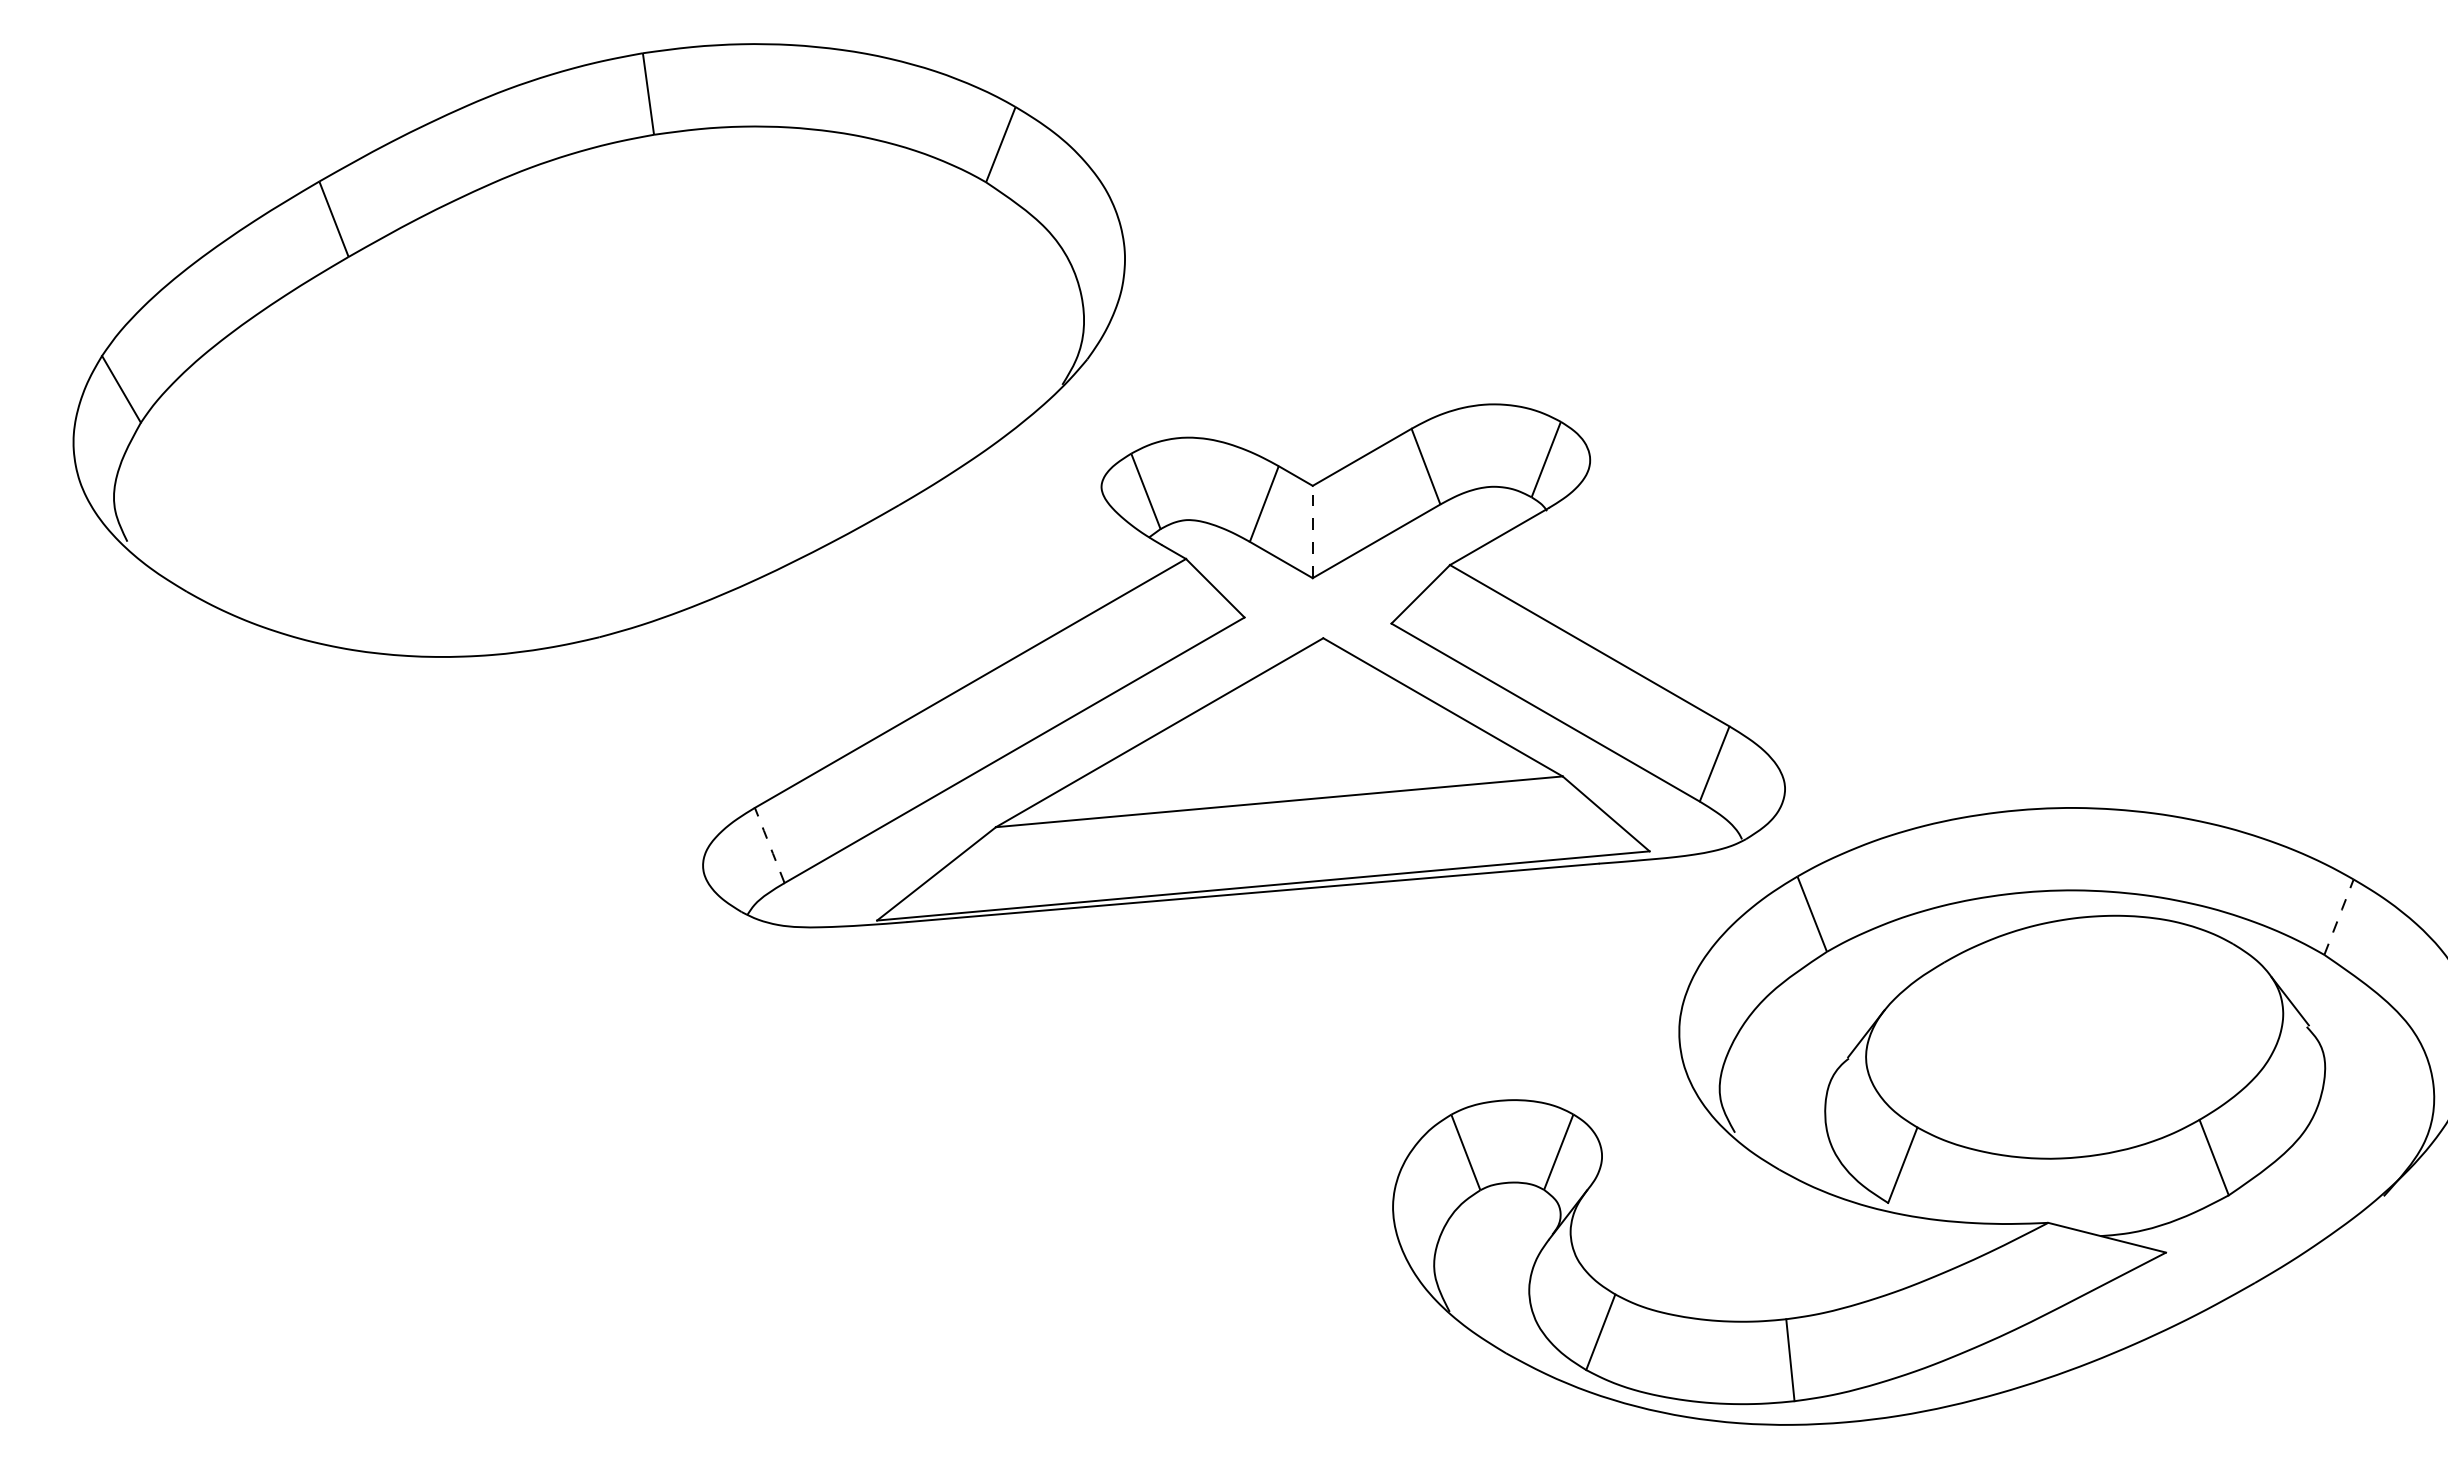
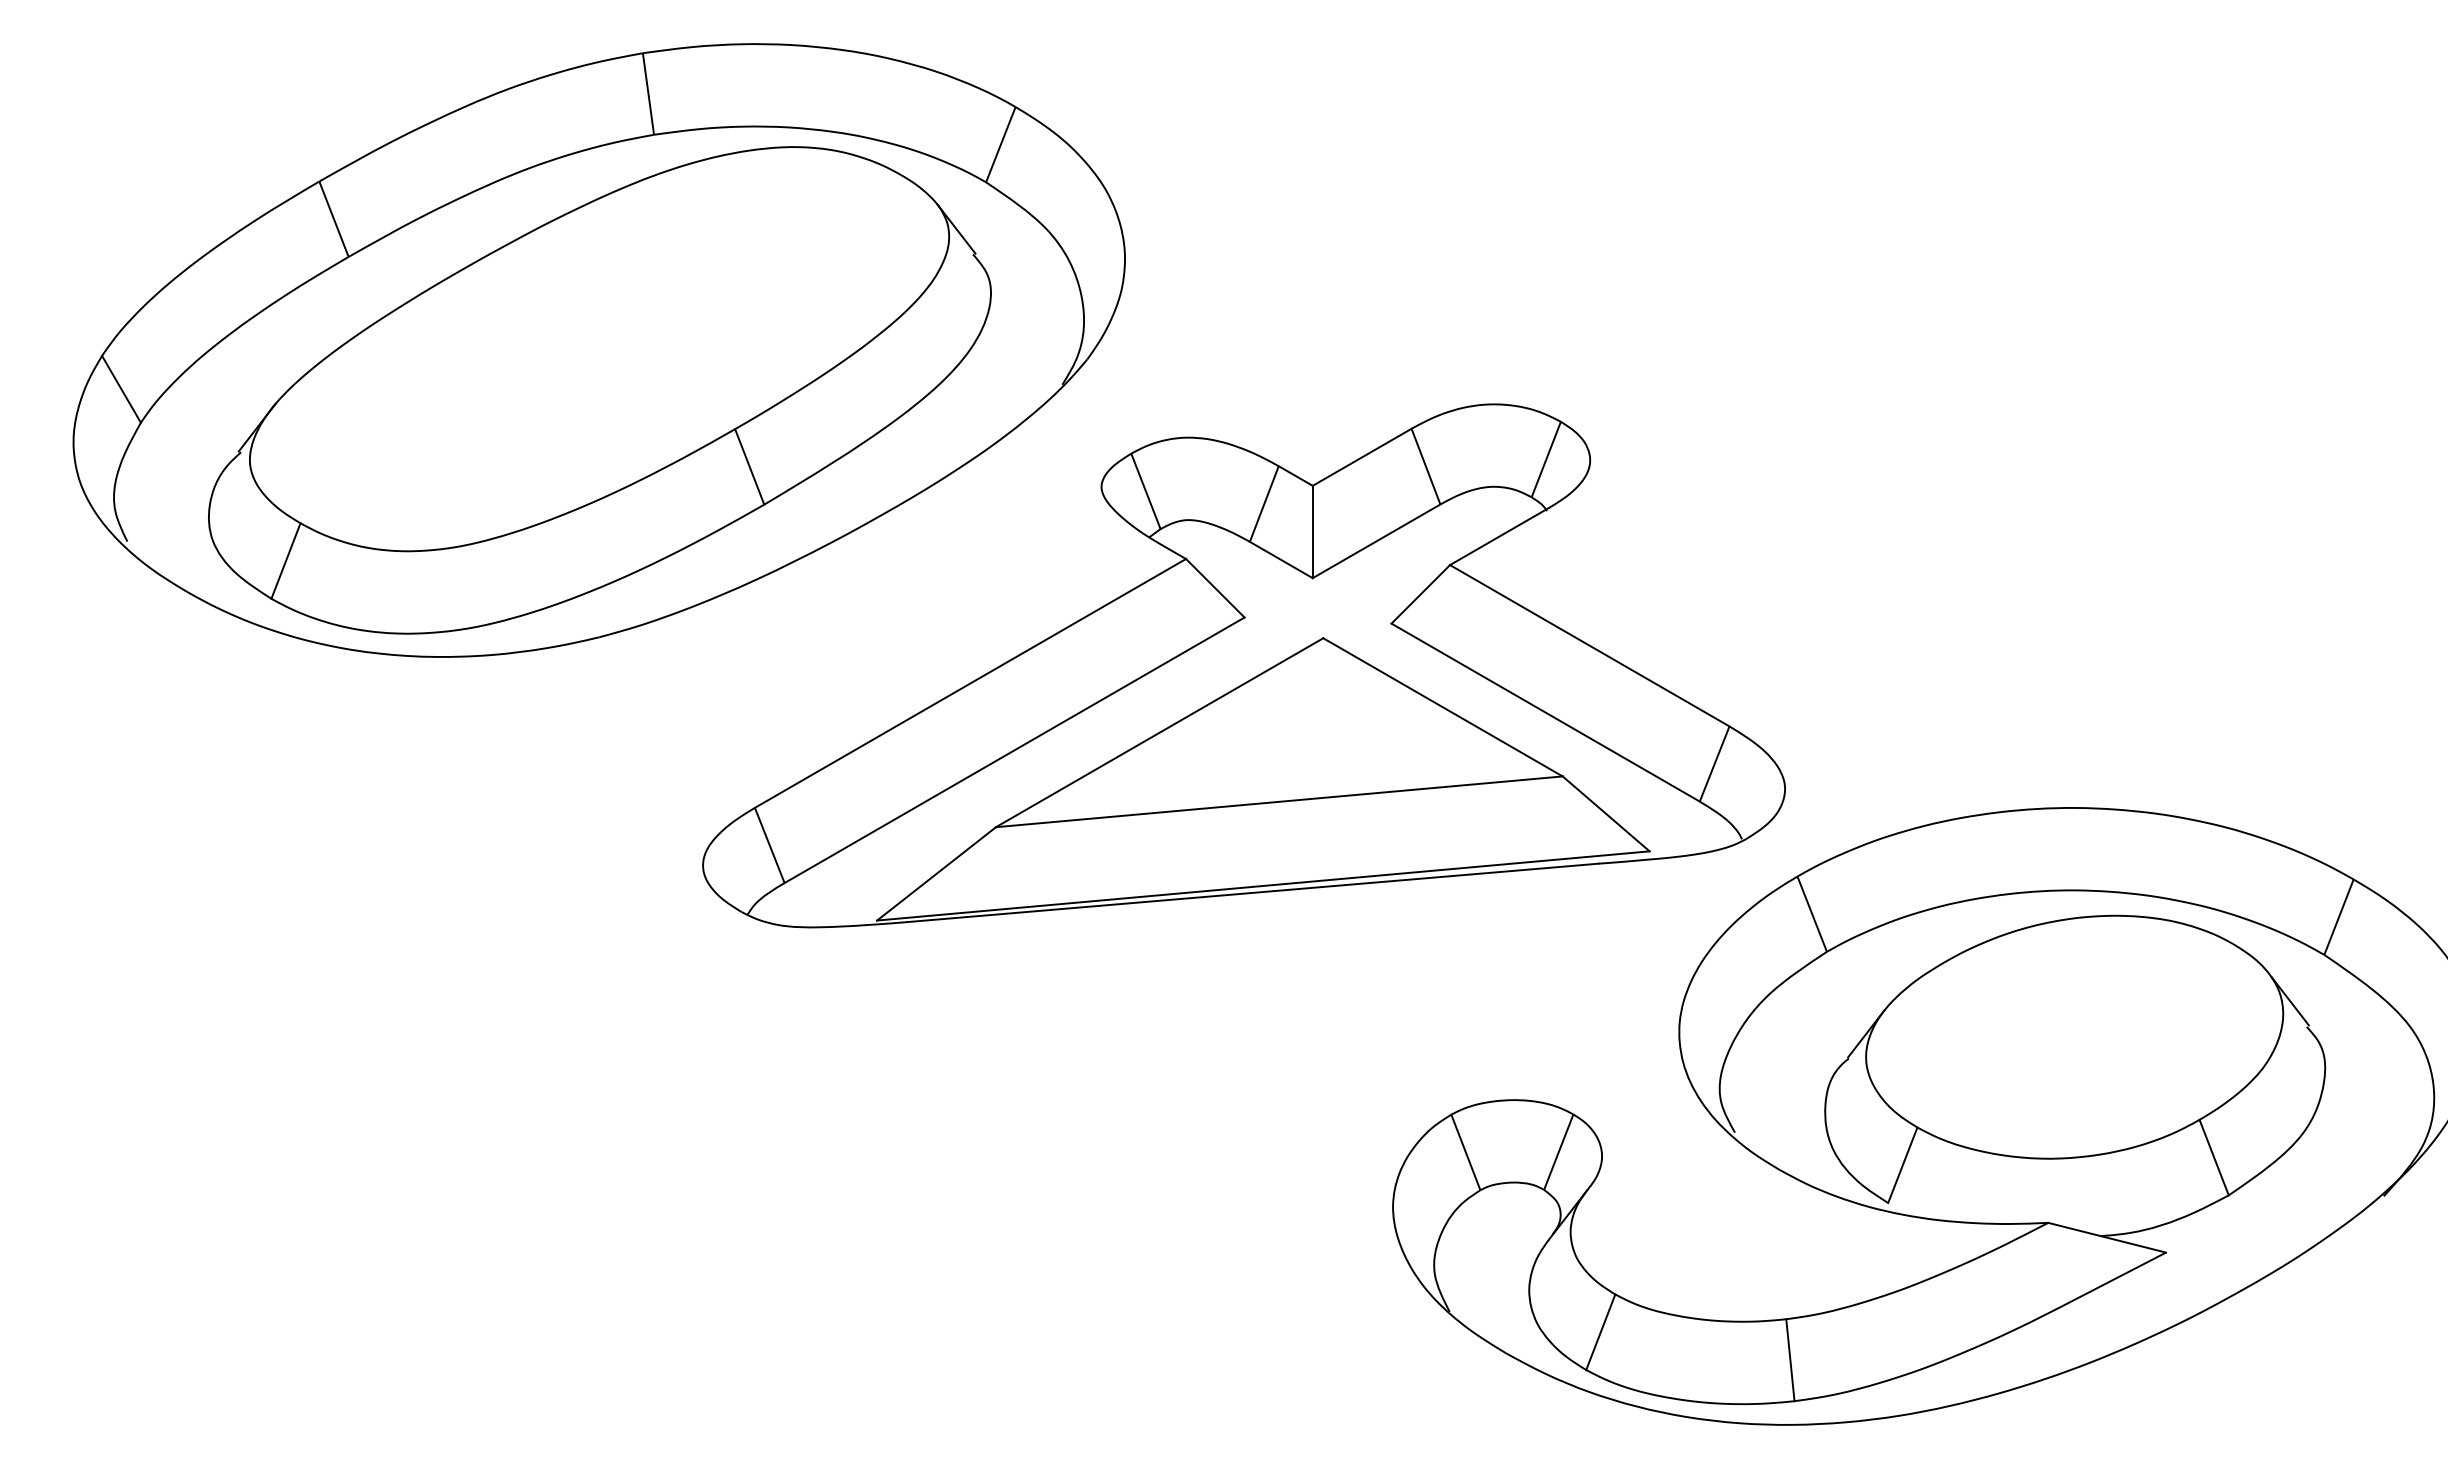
part at (599, 390): none -> present
line at (1312, 531): dashed -> solid
line at (769, 845): dashed -> solid
line at (2339, 916): dashed -> solid
